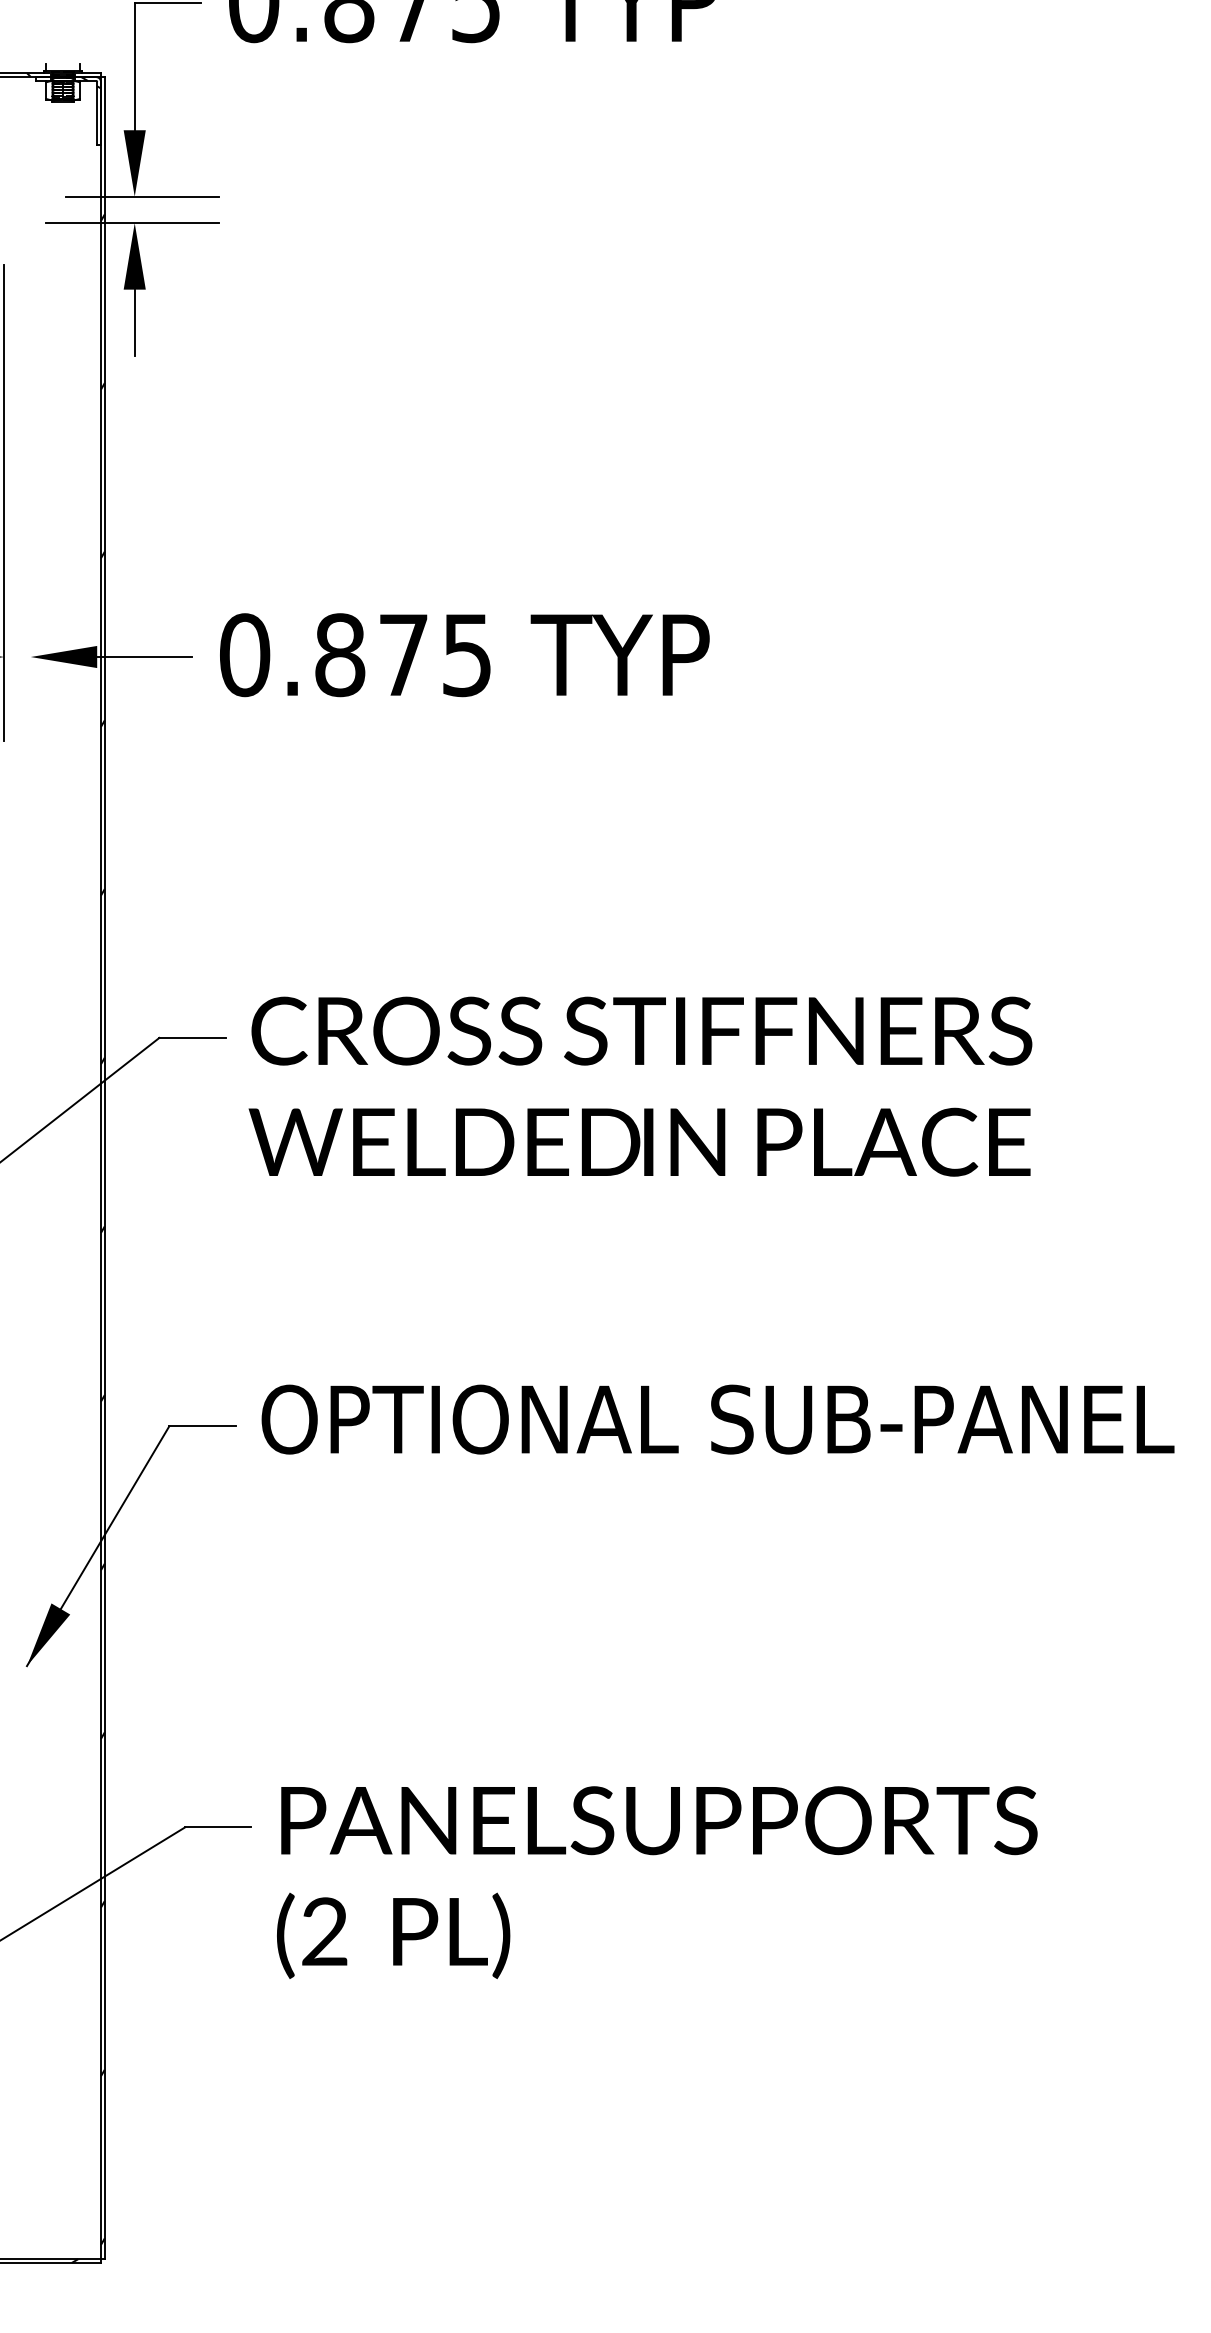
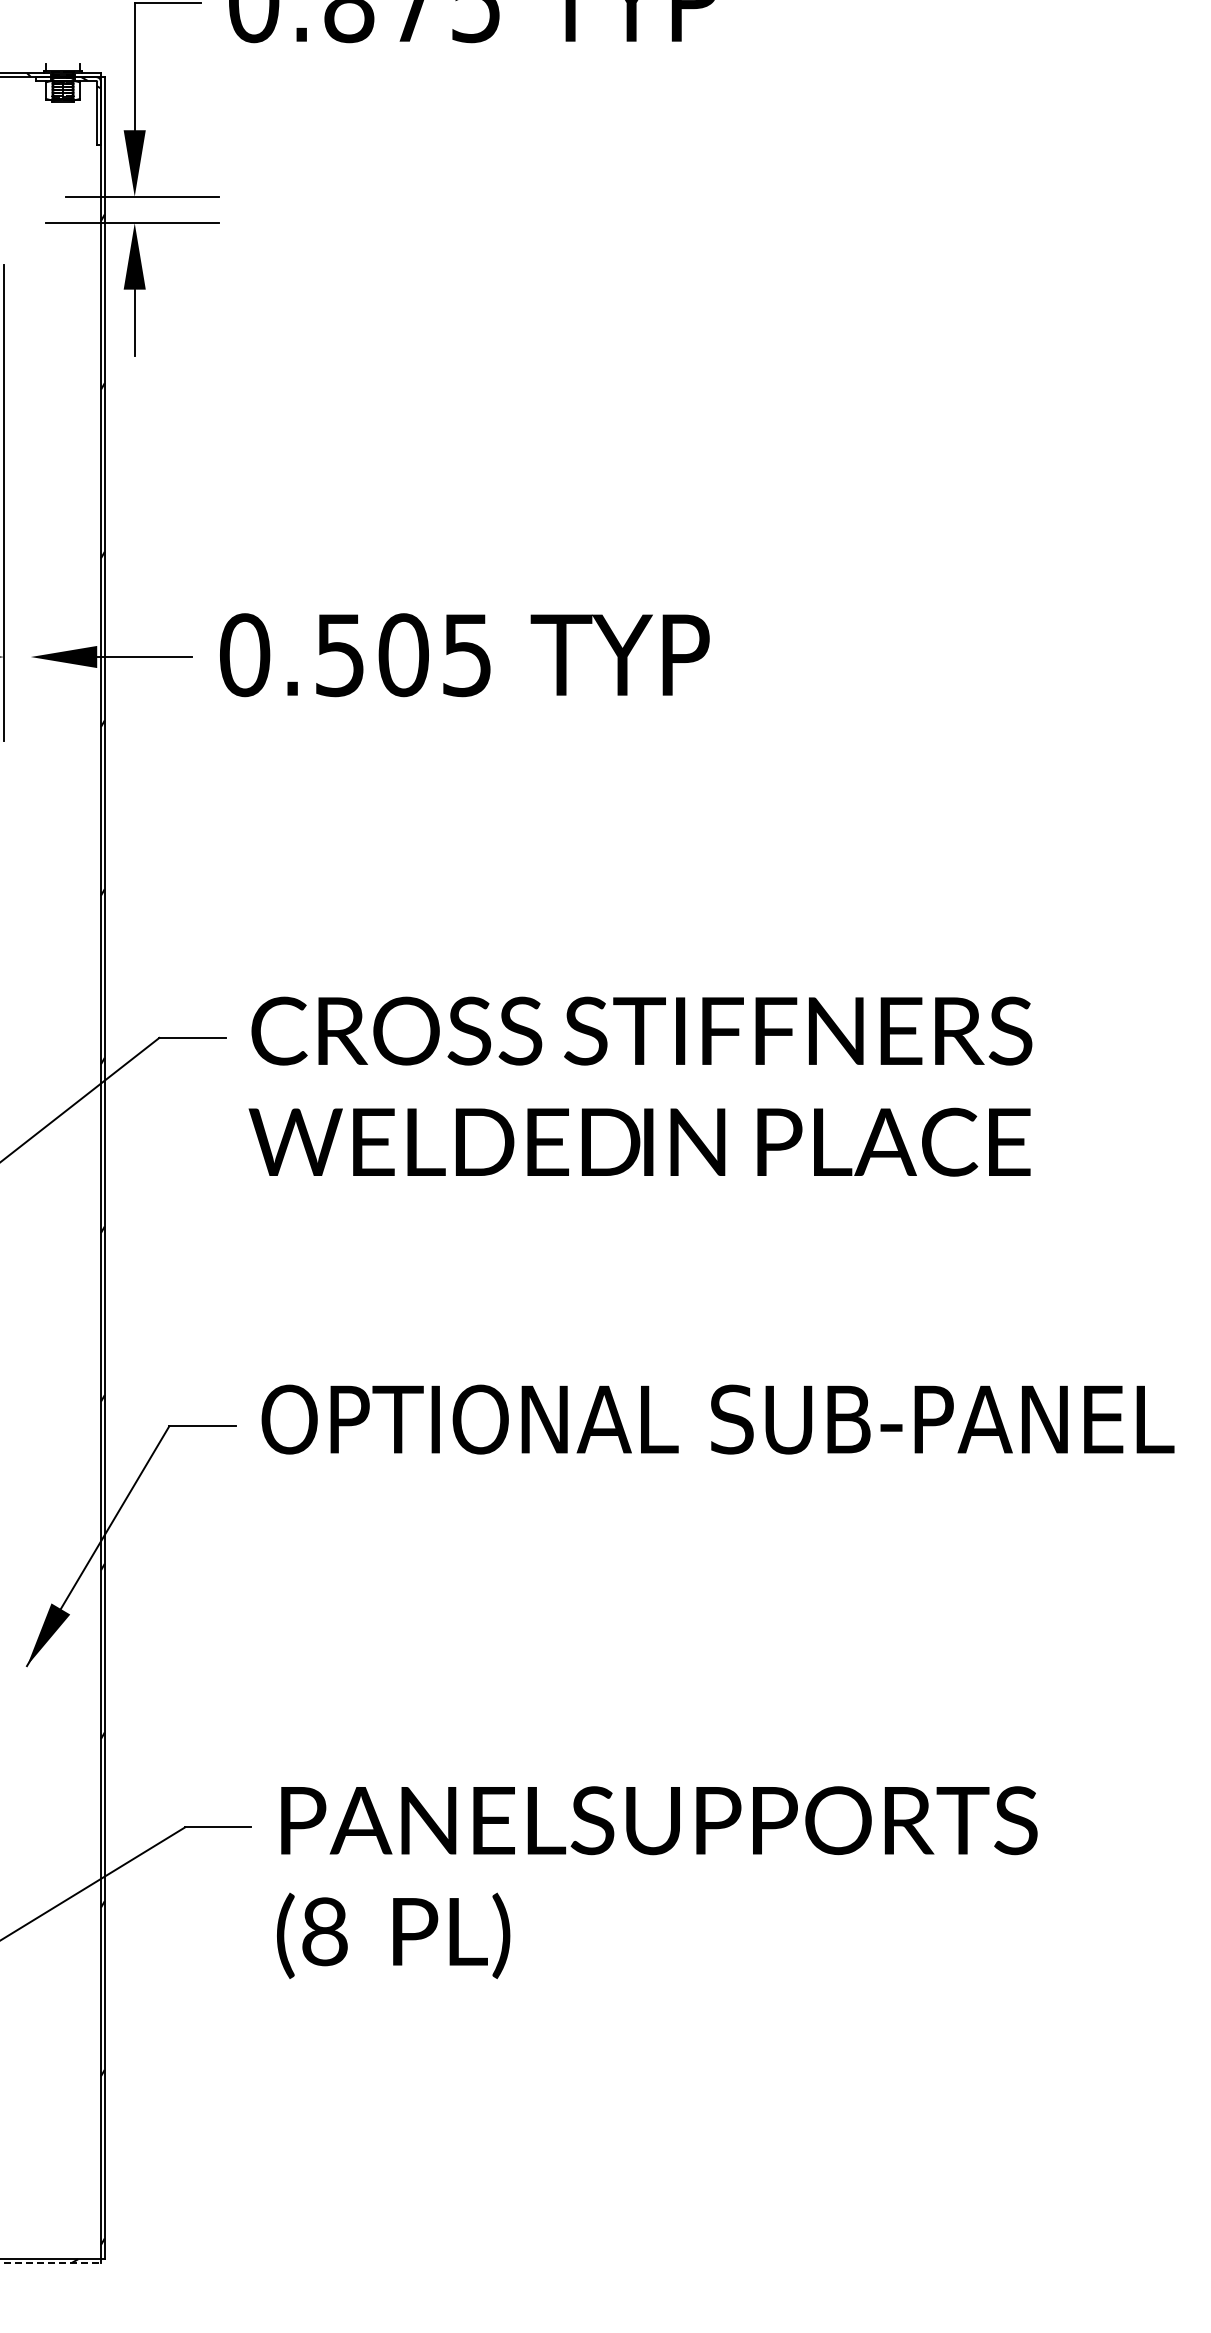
text at (371, 655): 0.875 -> 0.505
text at (324, 1932): (2 -> (8
line at (51, 2263): solid -> dashed
